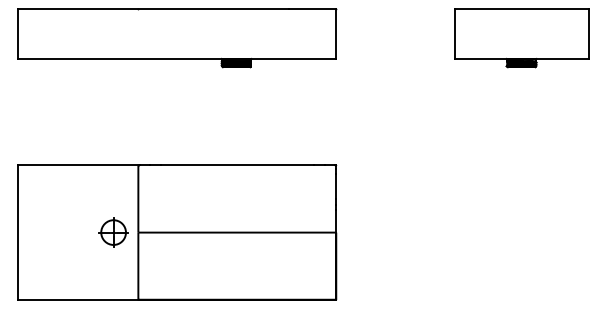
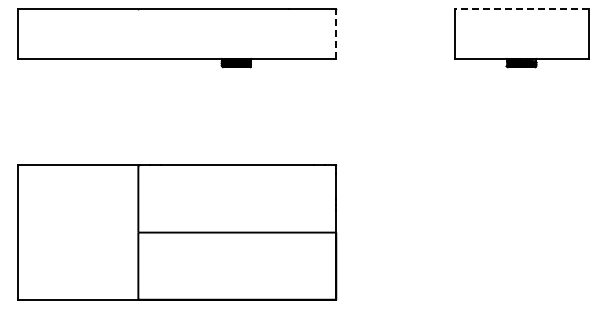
line at (521, 9): solid -> dashed
line at (336, 33): solid -> dashed
part at (113, 232): present -> none
